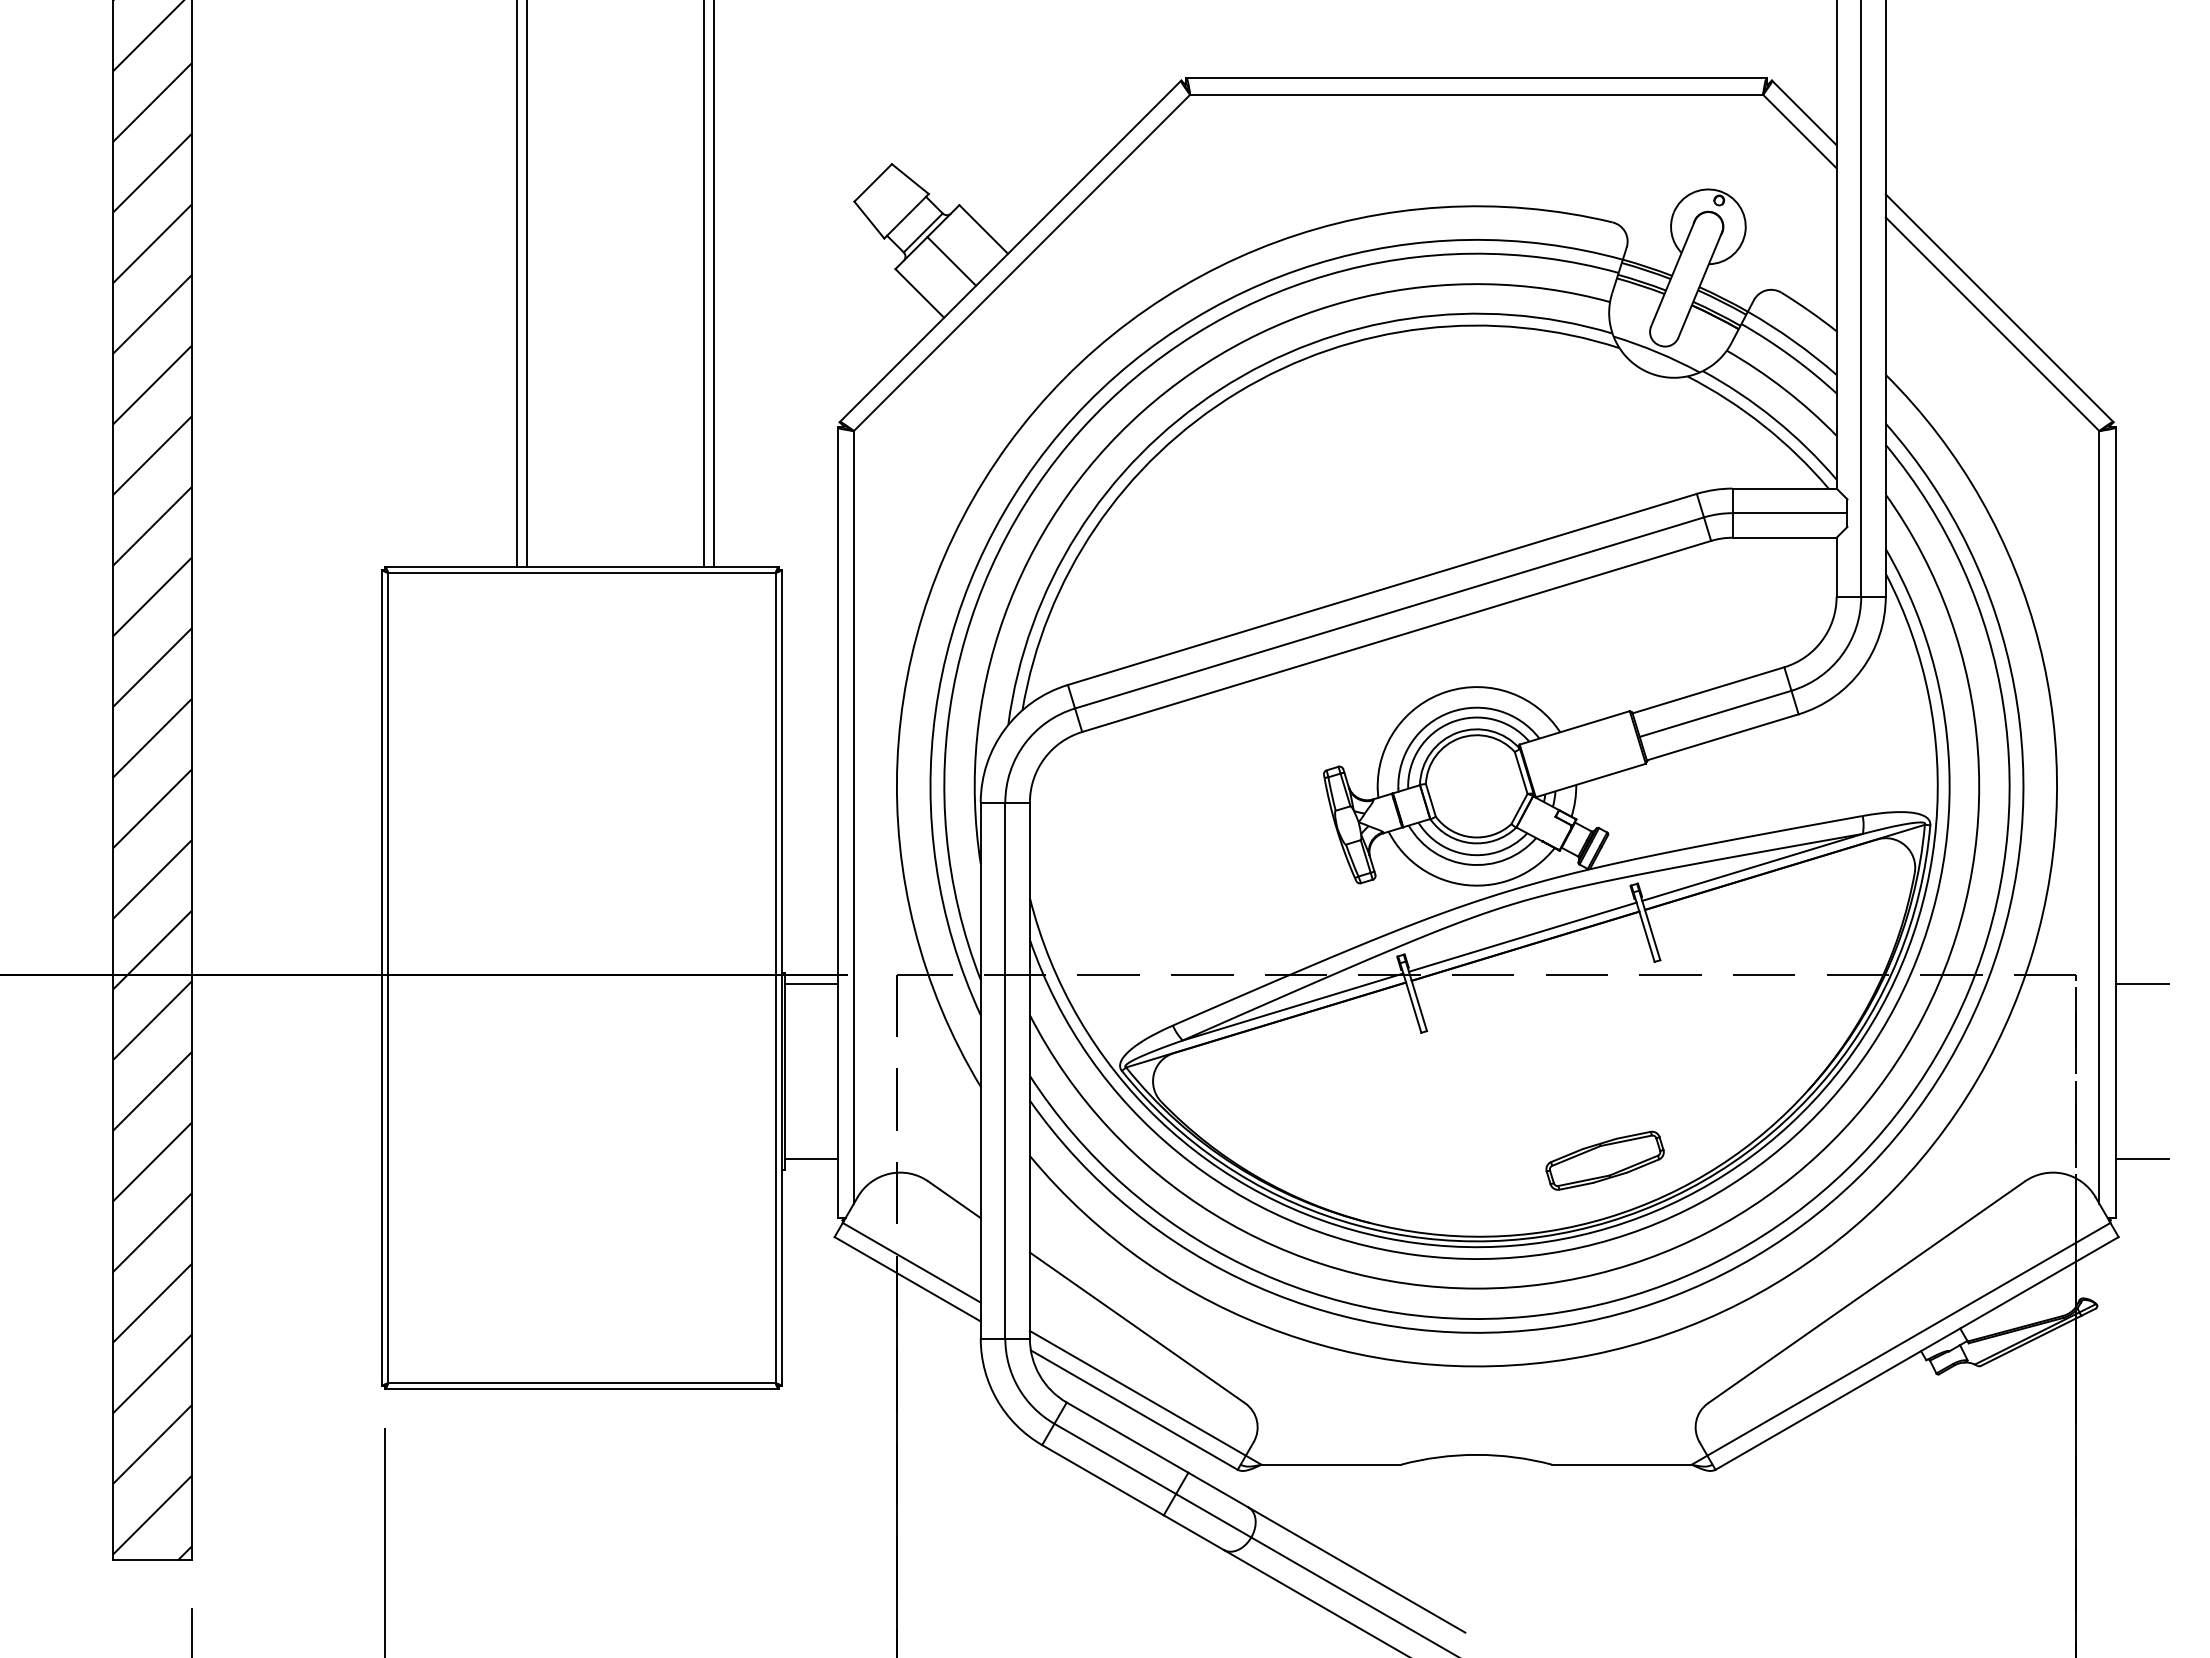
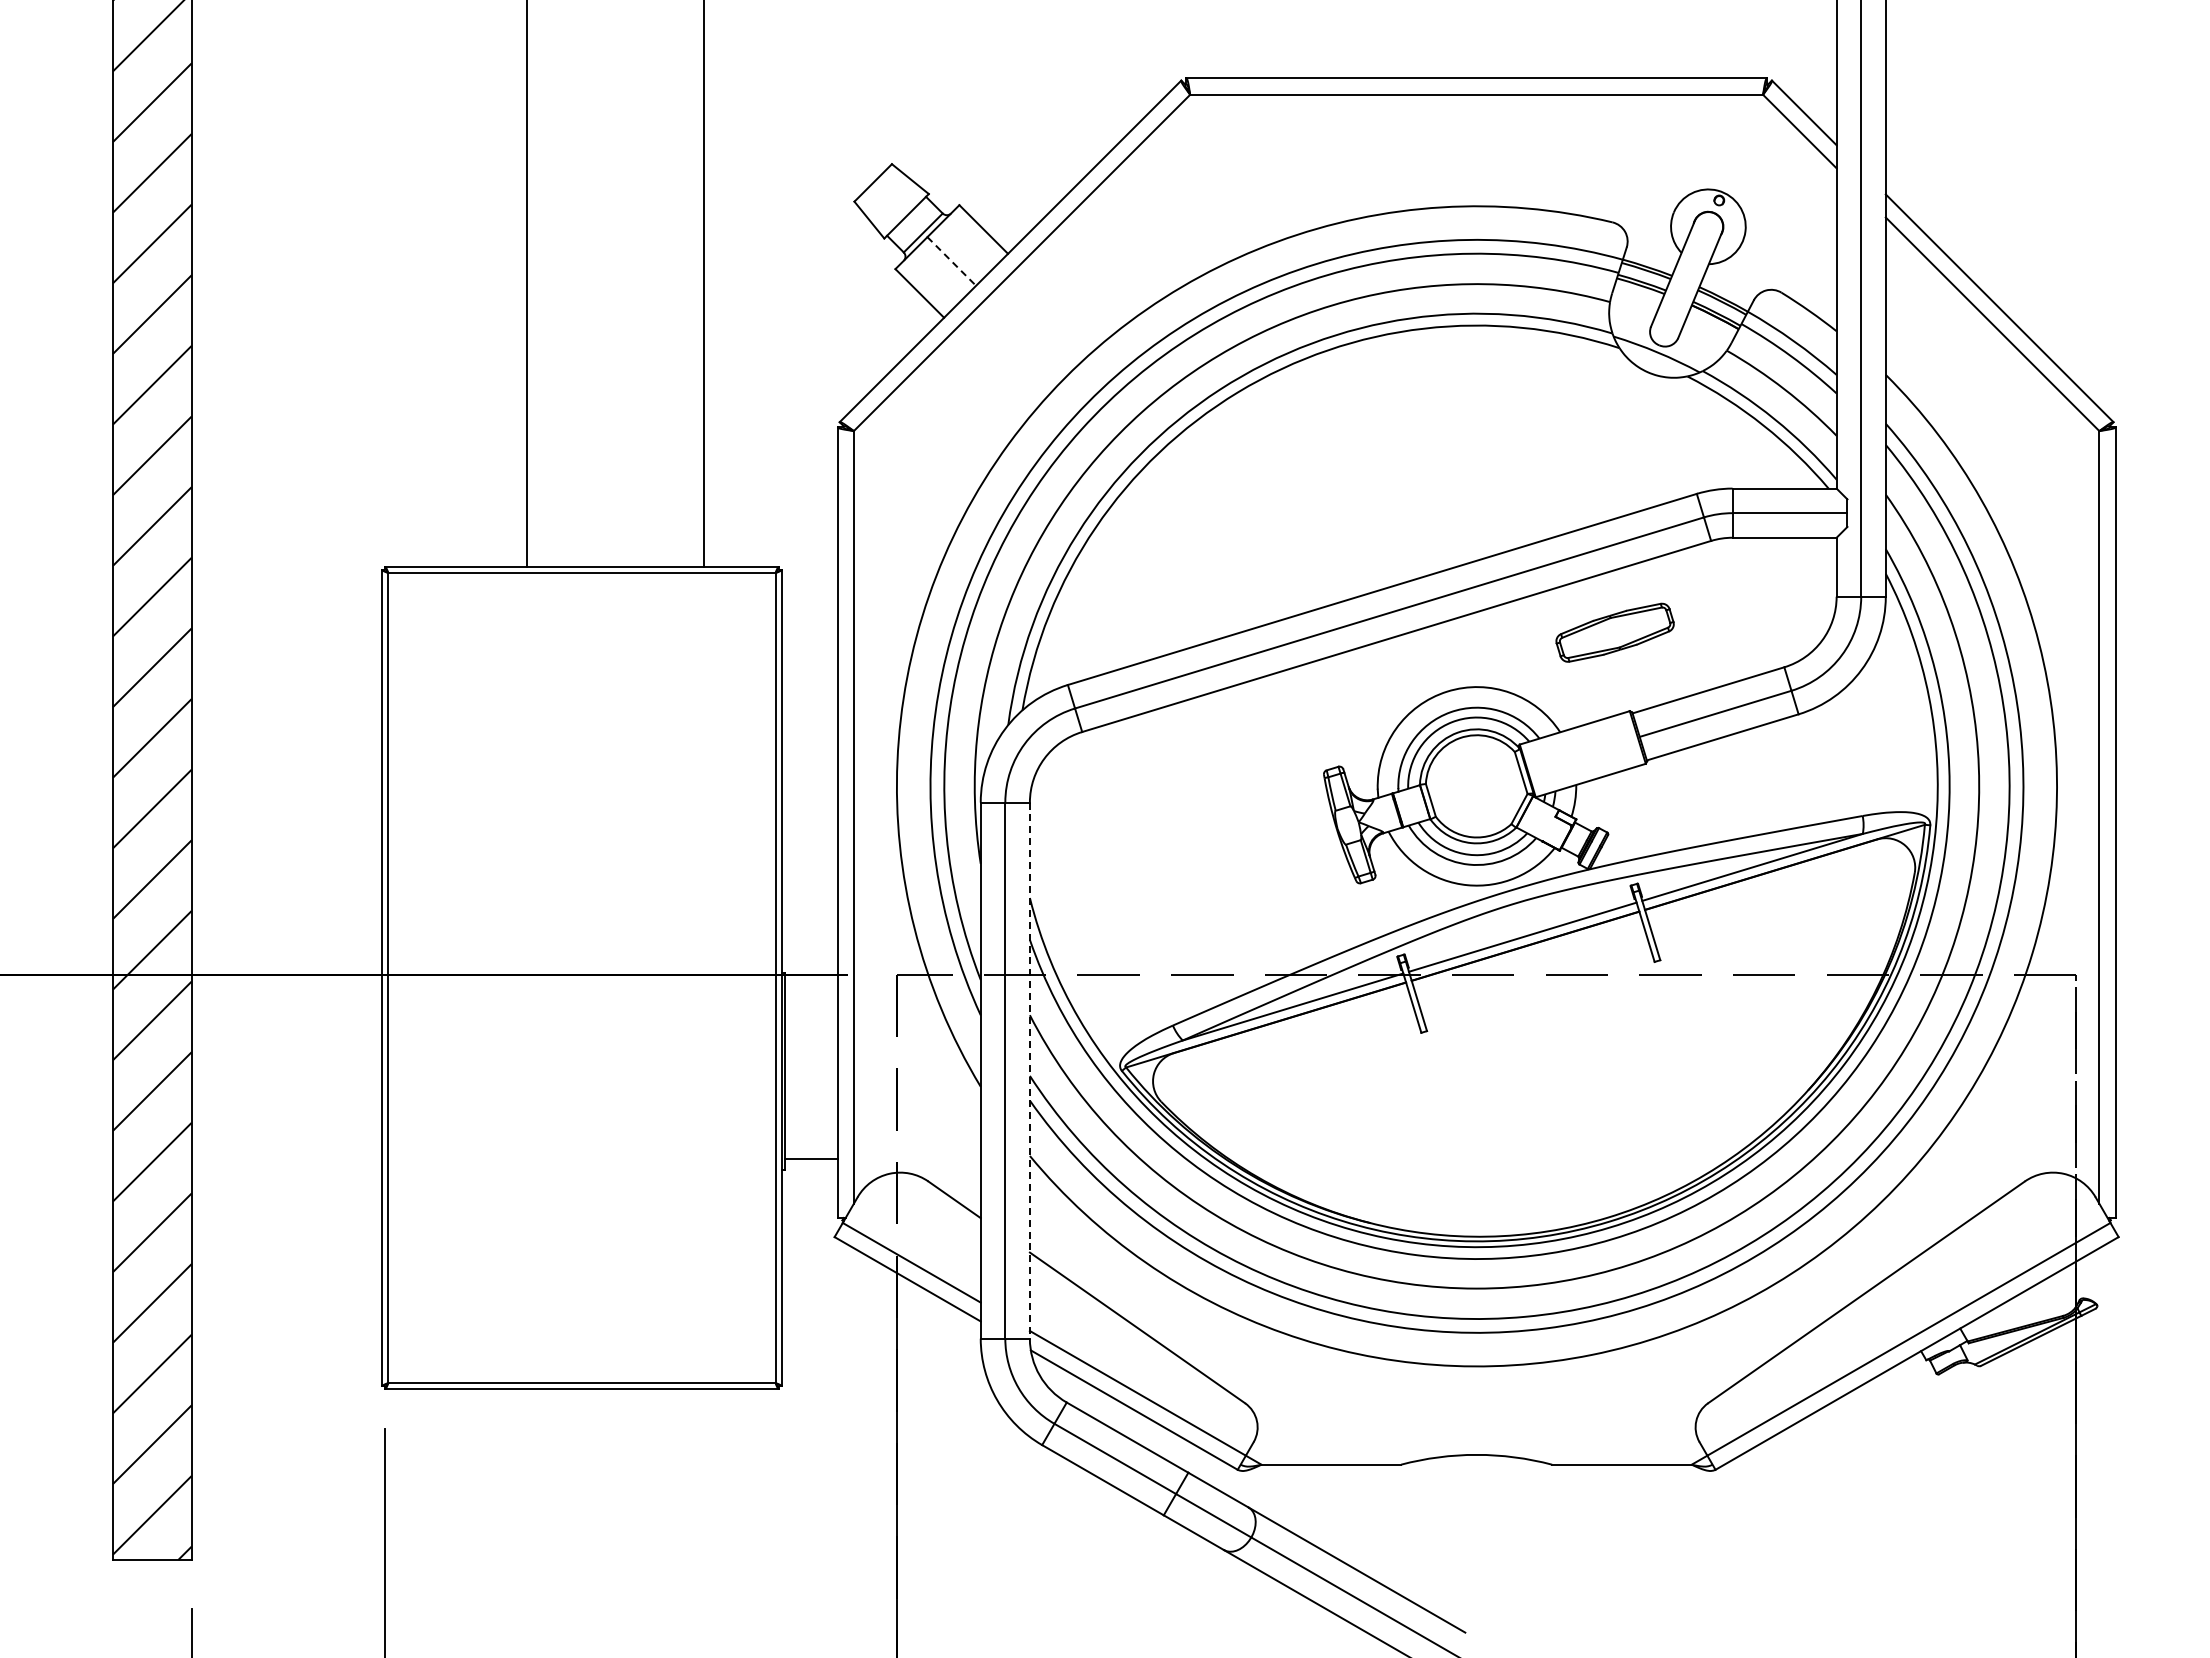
line at (952, 261): solid -> dashed
line at (517, 284): present -> none
line at (713, 284): present -> none
line at (810, 984): present -> none
line at (2141, 984): present -> none
line at (1029, 1071): solid -> dashed
line at (2141, 1158): present -> none
part at (1604, 1160) position: (1604, 1160) -> (1614, 632)
